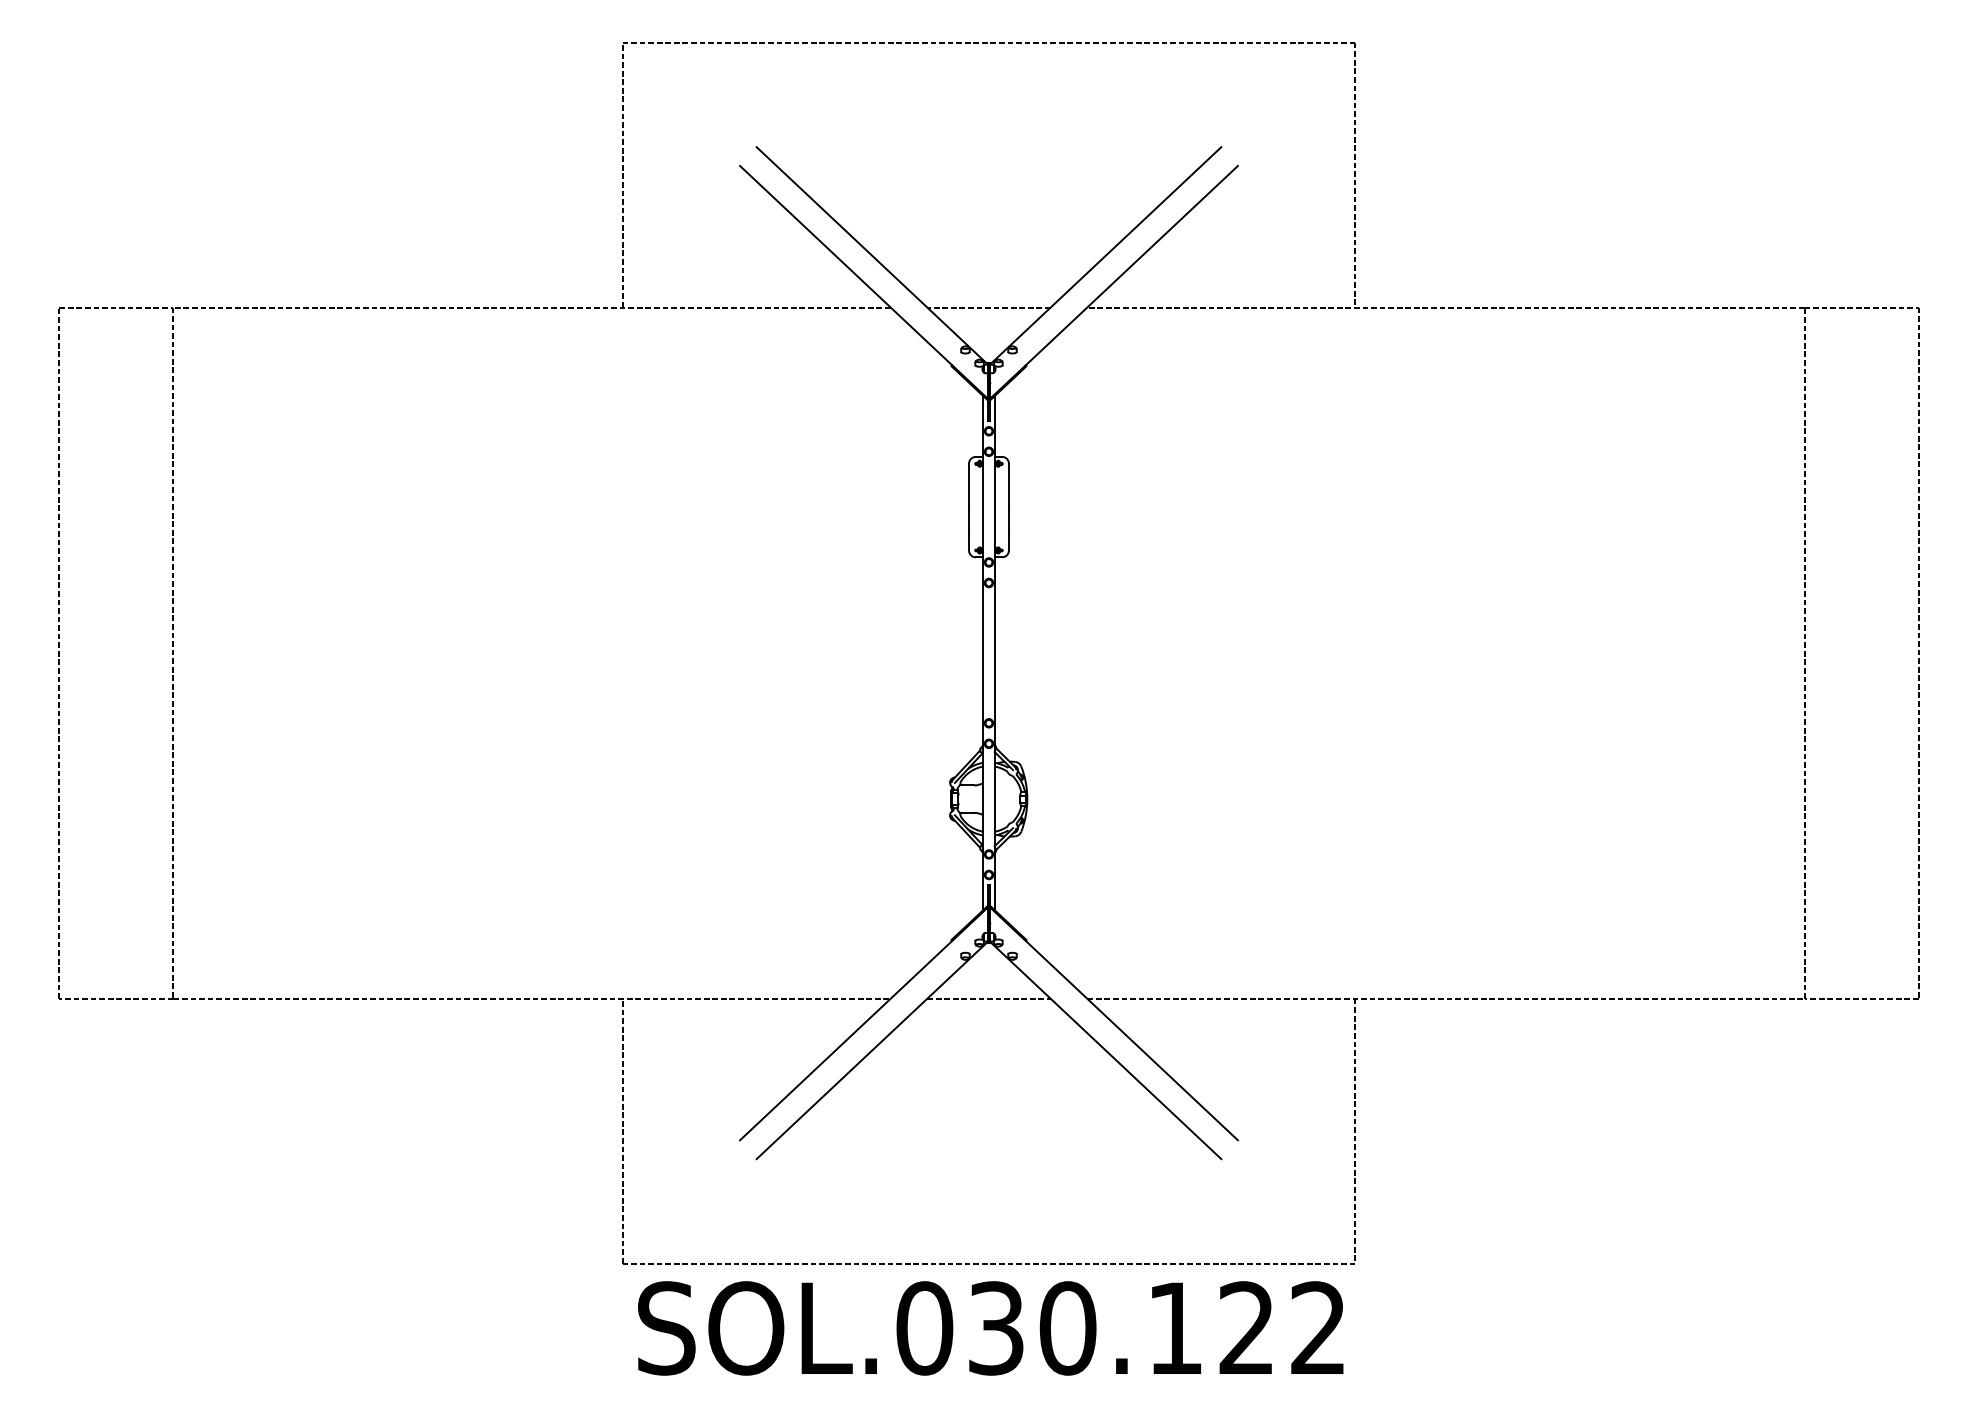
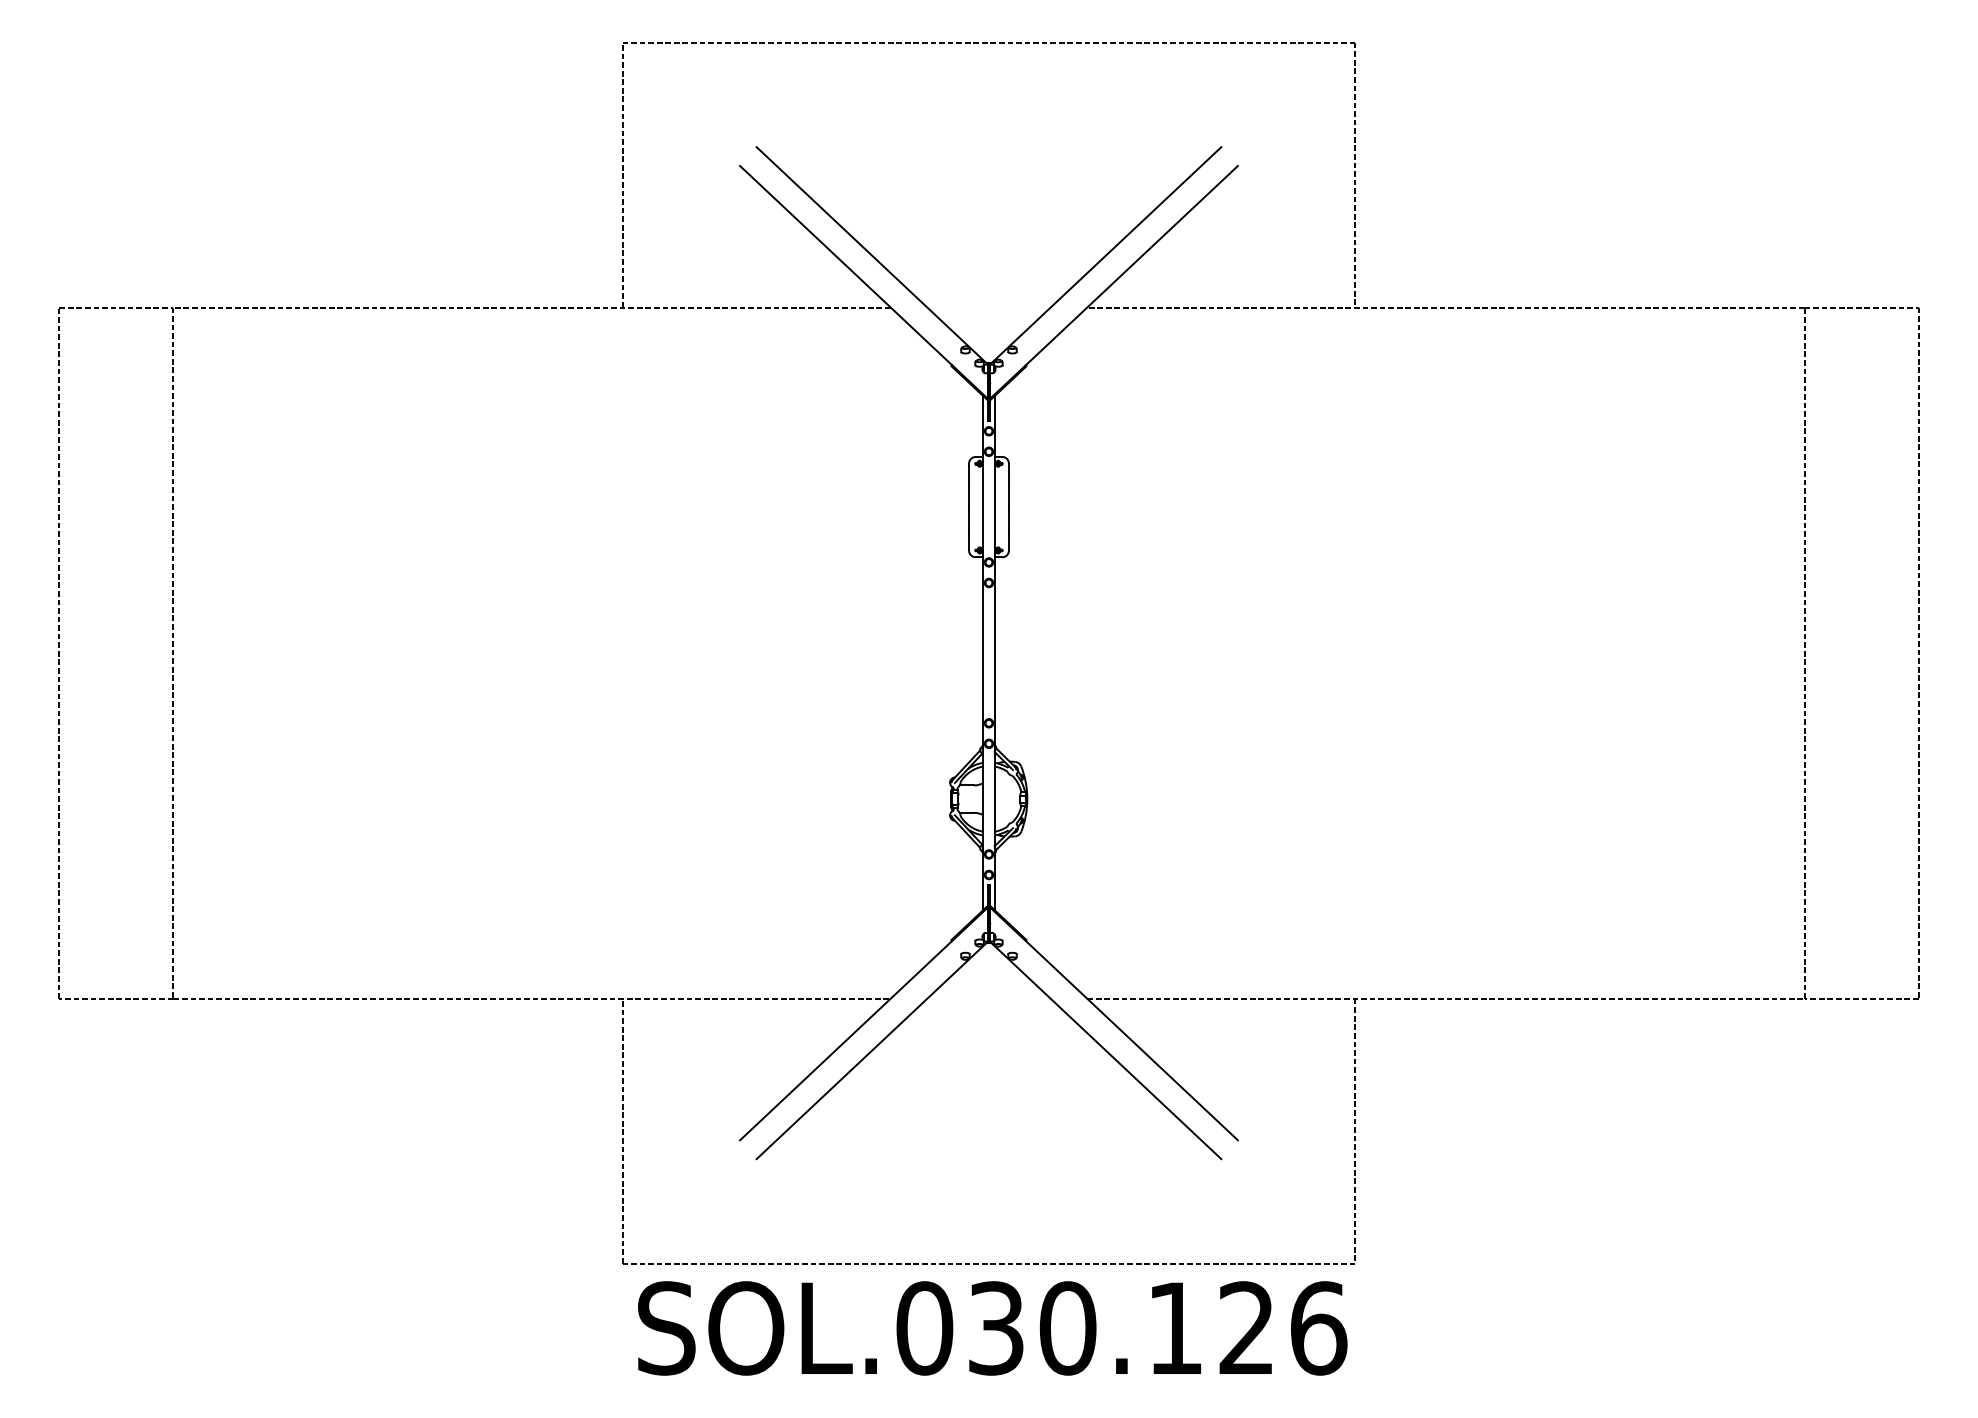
line at (988, 307): present -> none
line at (988, 998): present -> none
text at (1319, 1328): SOL.030.122 -> SOL.030.126
